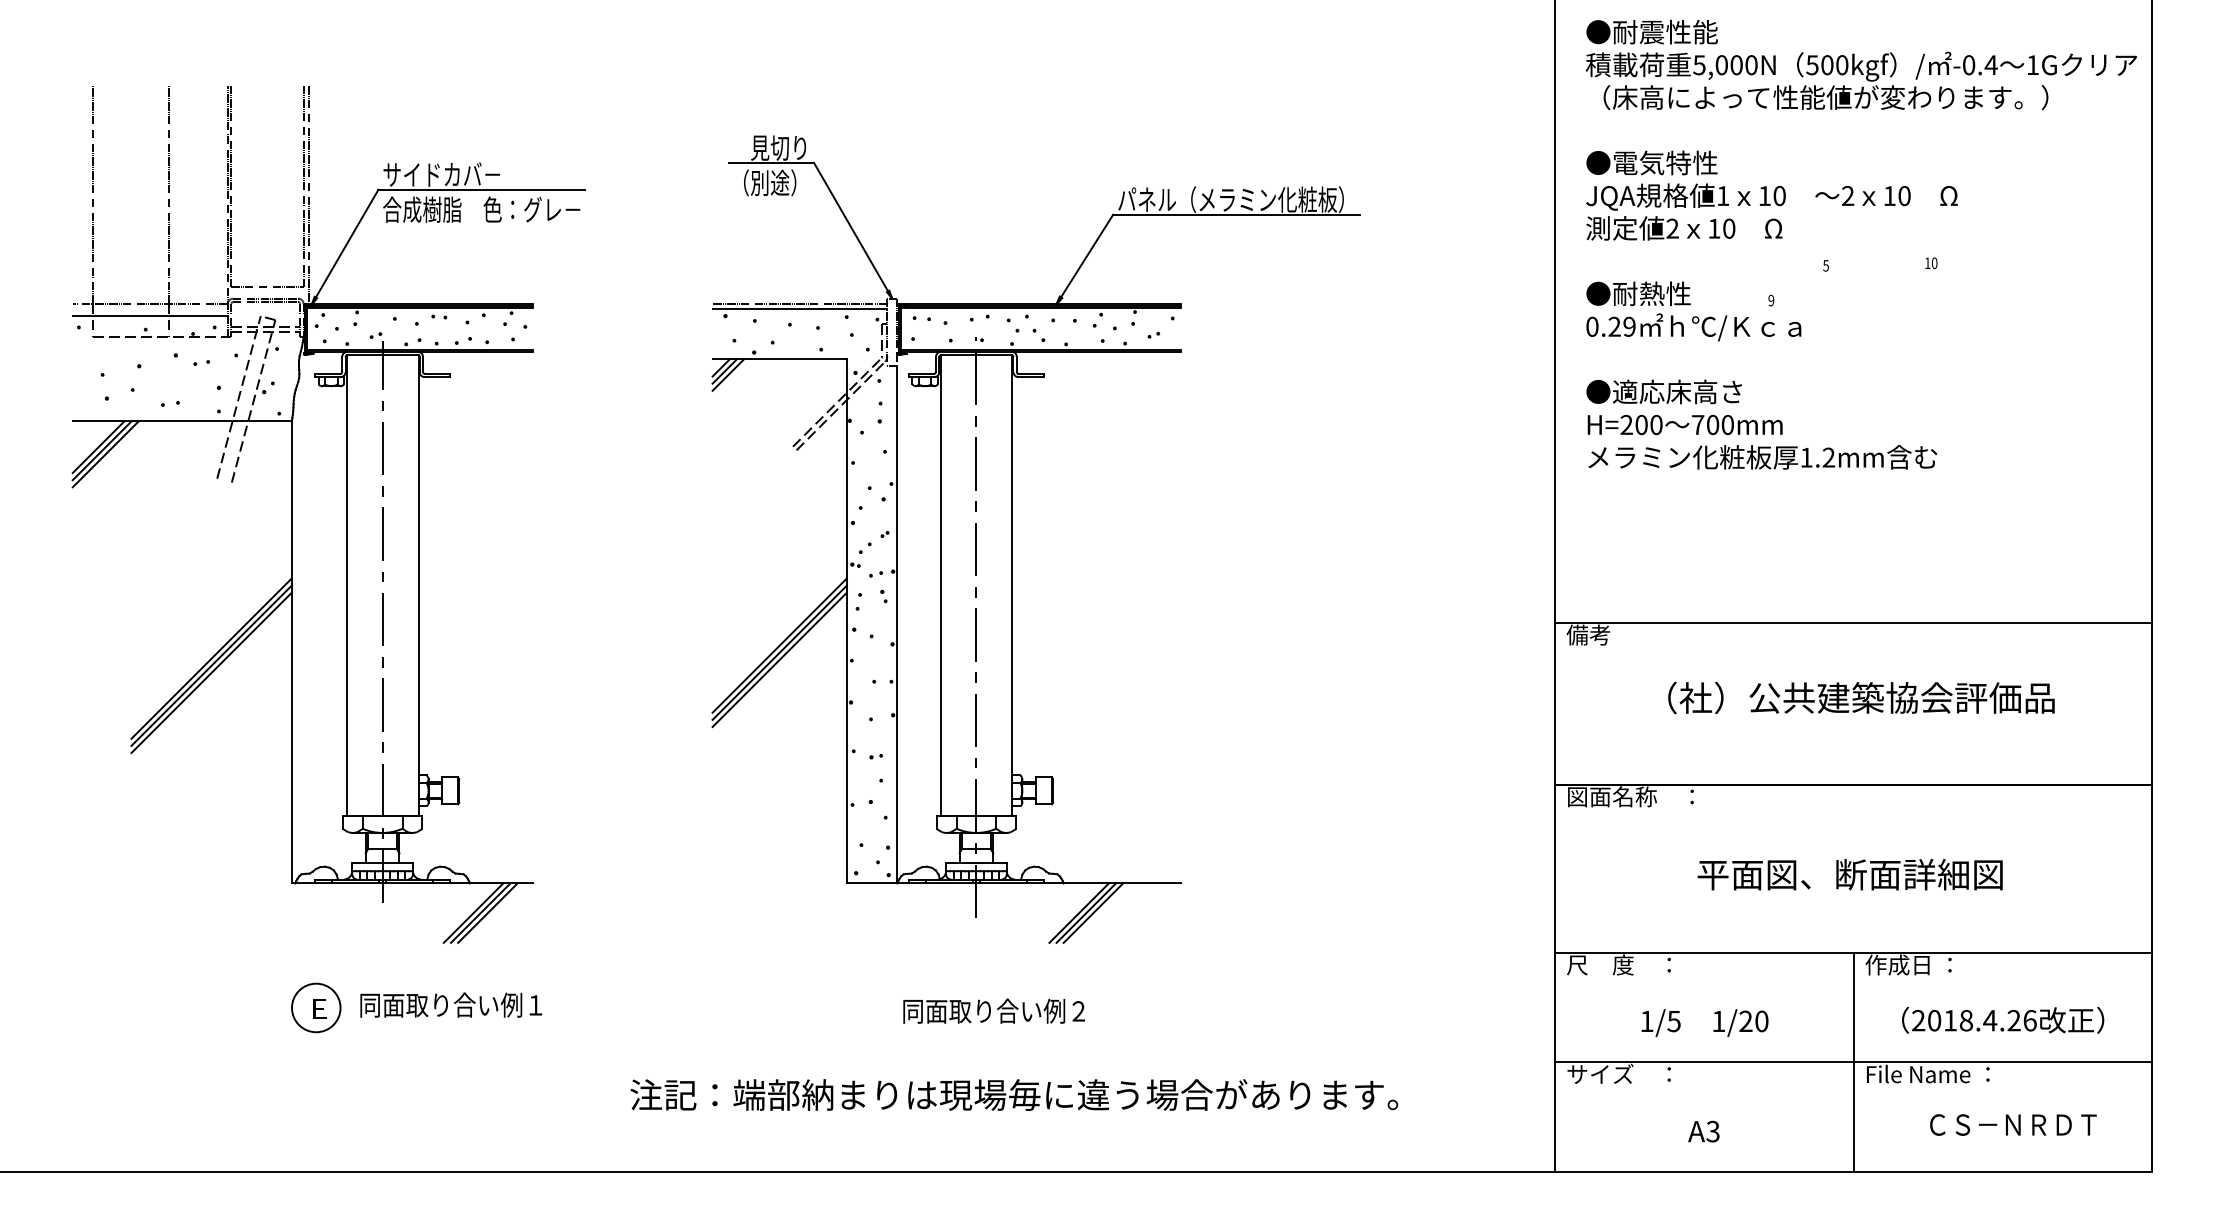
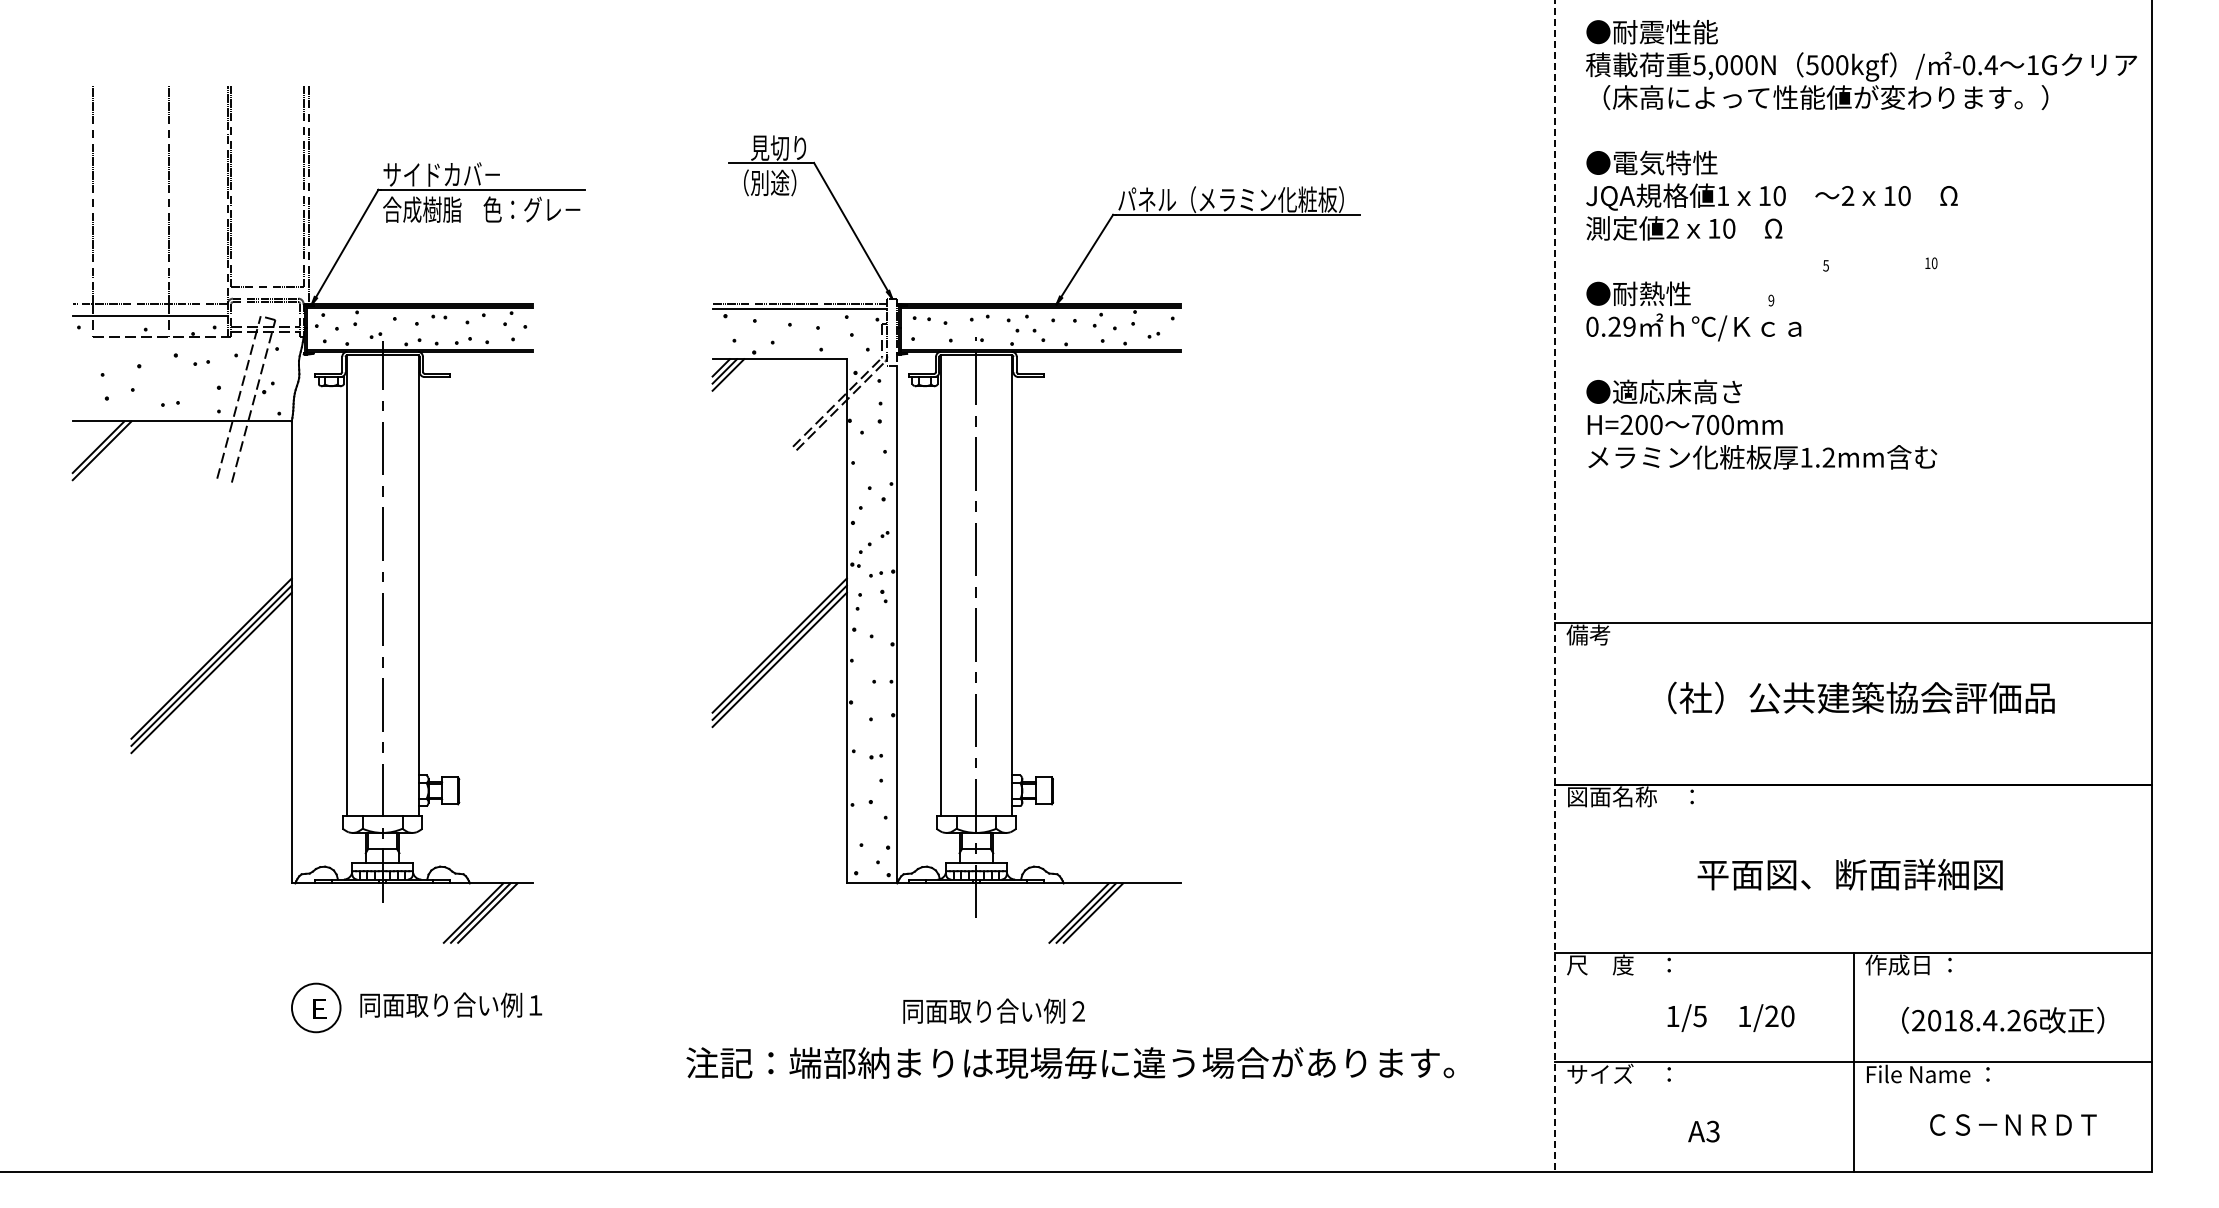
line at (105, 454): present -> none
line at (1555, 586): solid -> dashed
text at (1704, 1022) position: (1704, 1022) -> (1730, 1017)
text at (1014, 1094) position: (1014, 1094) -> (1070, 1062)
